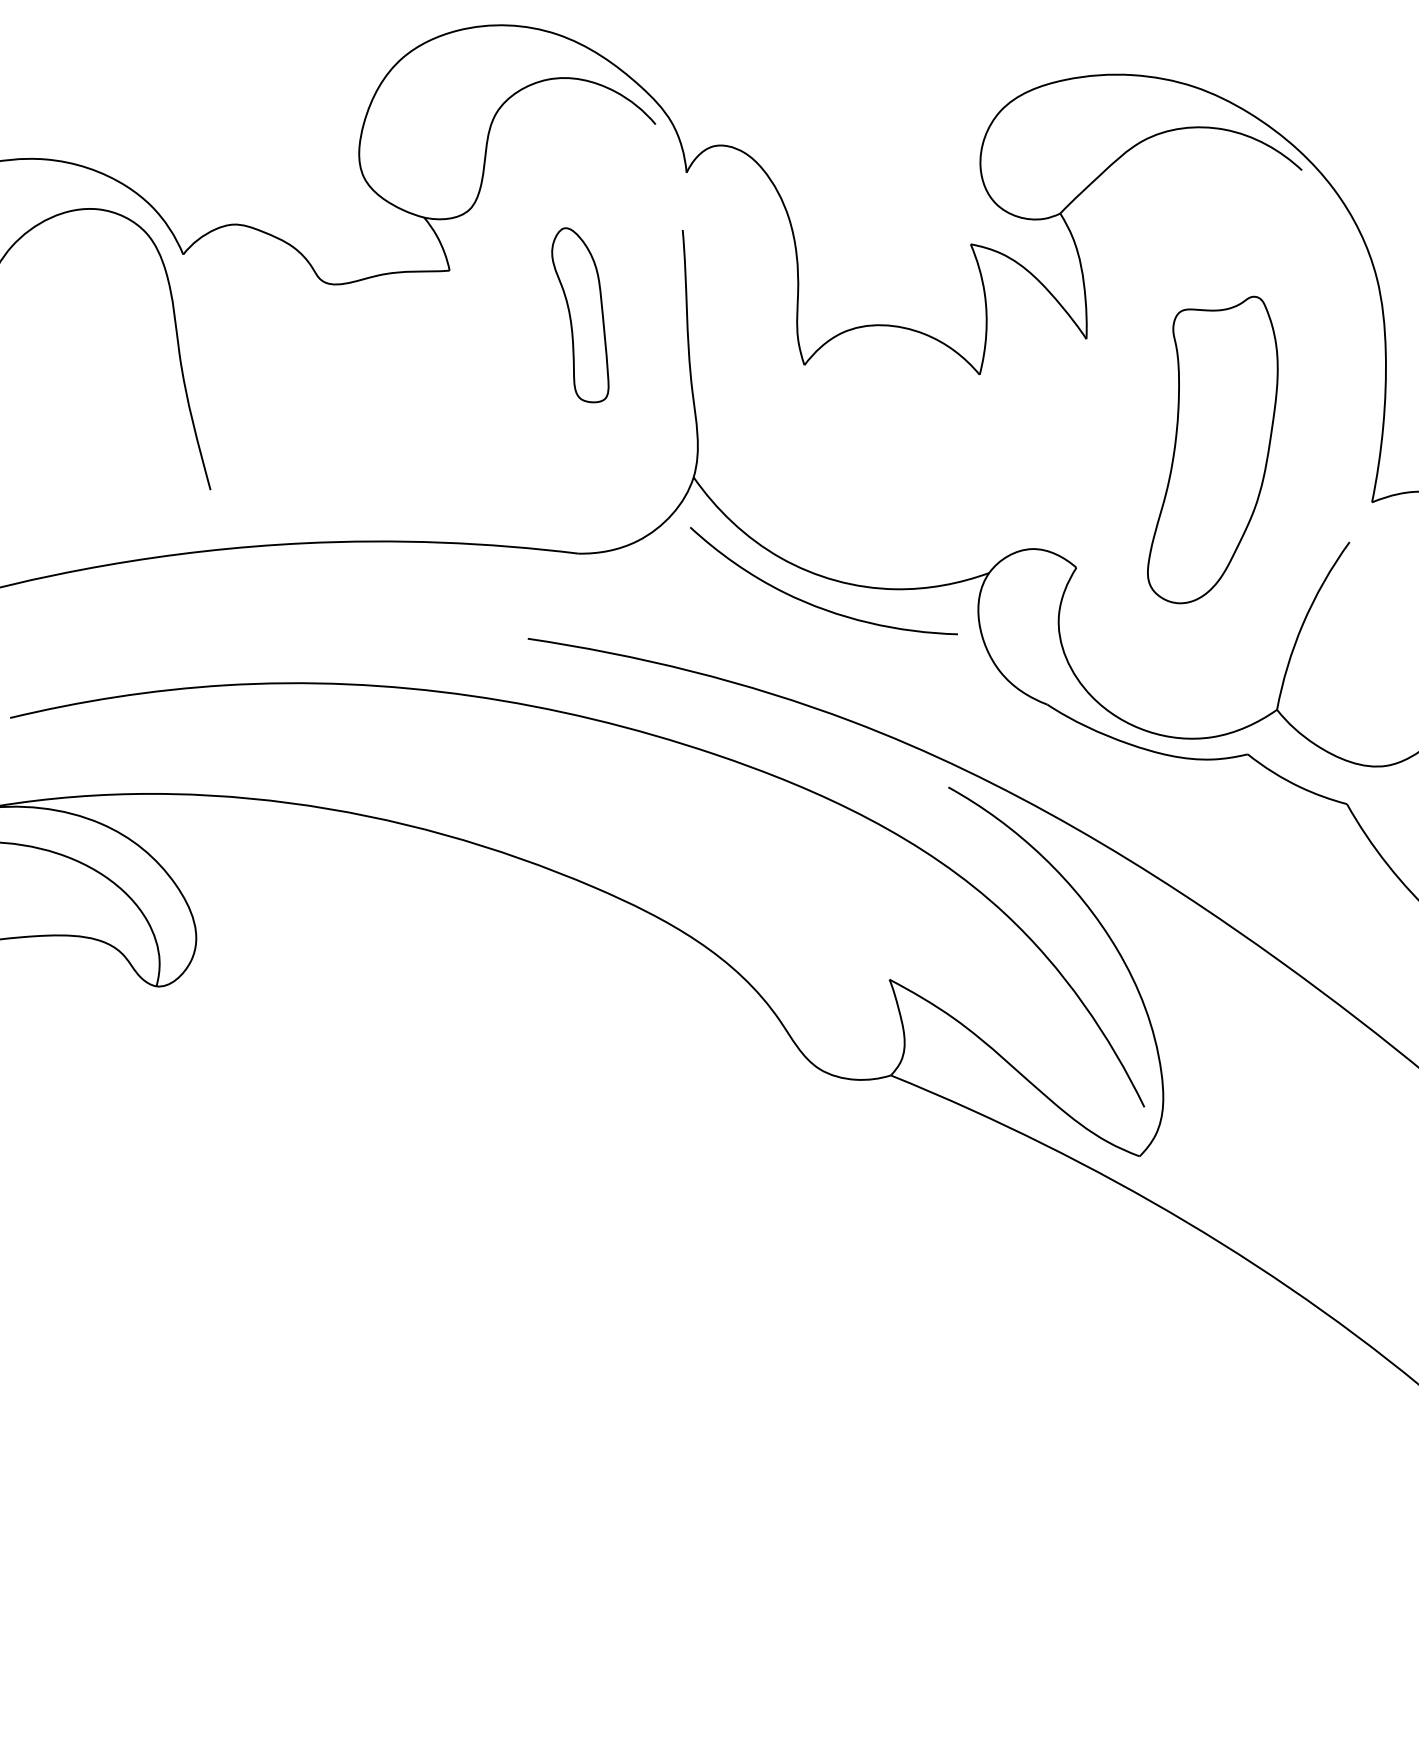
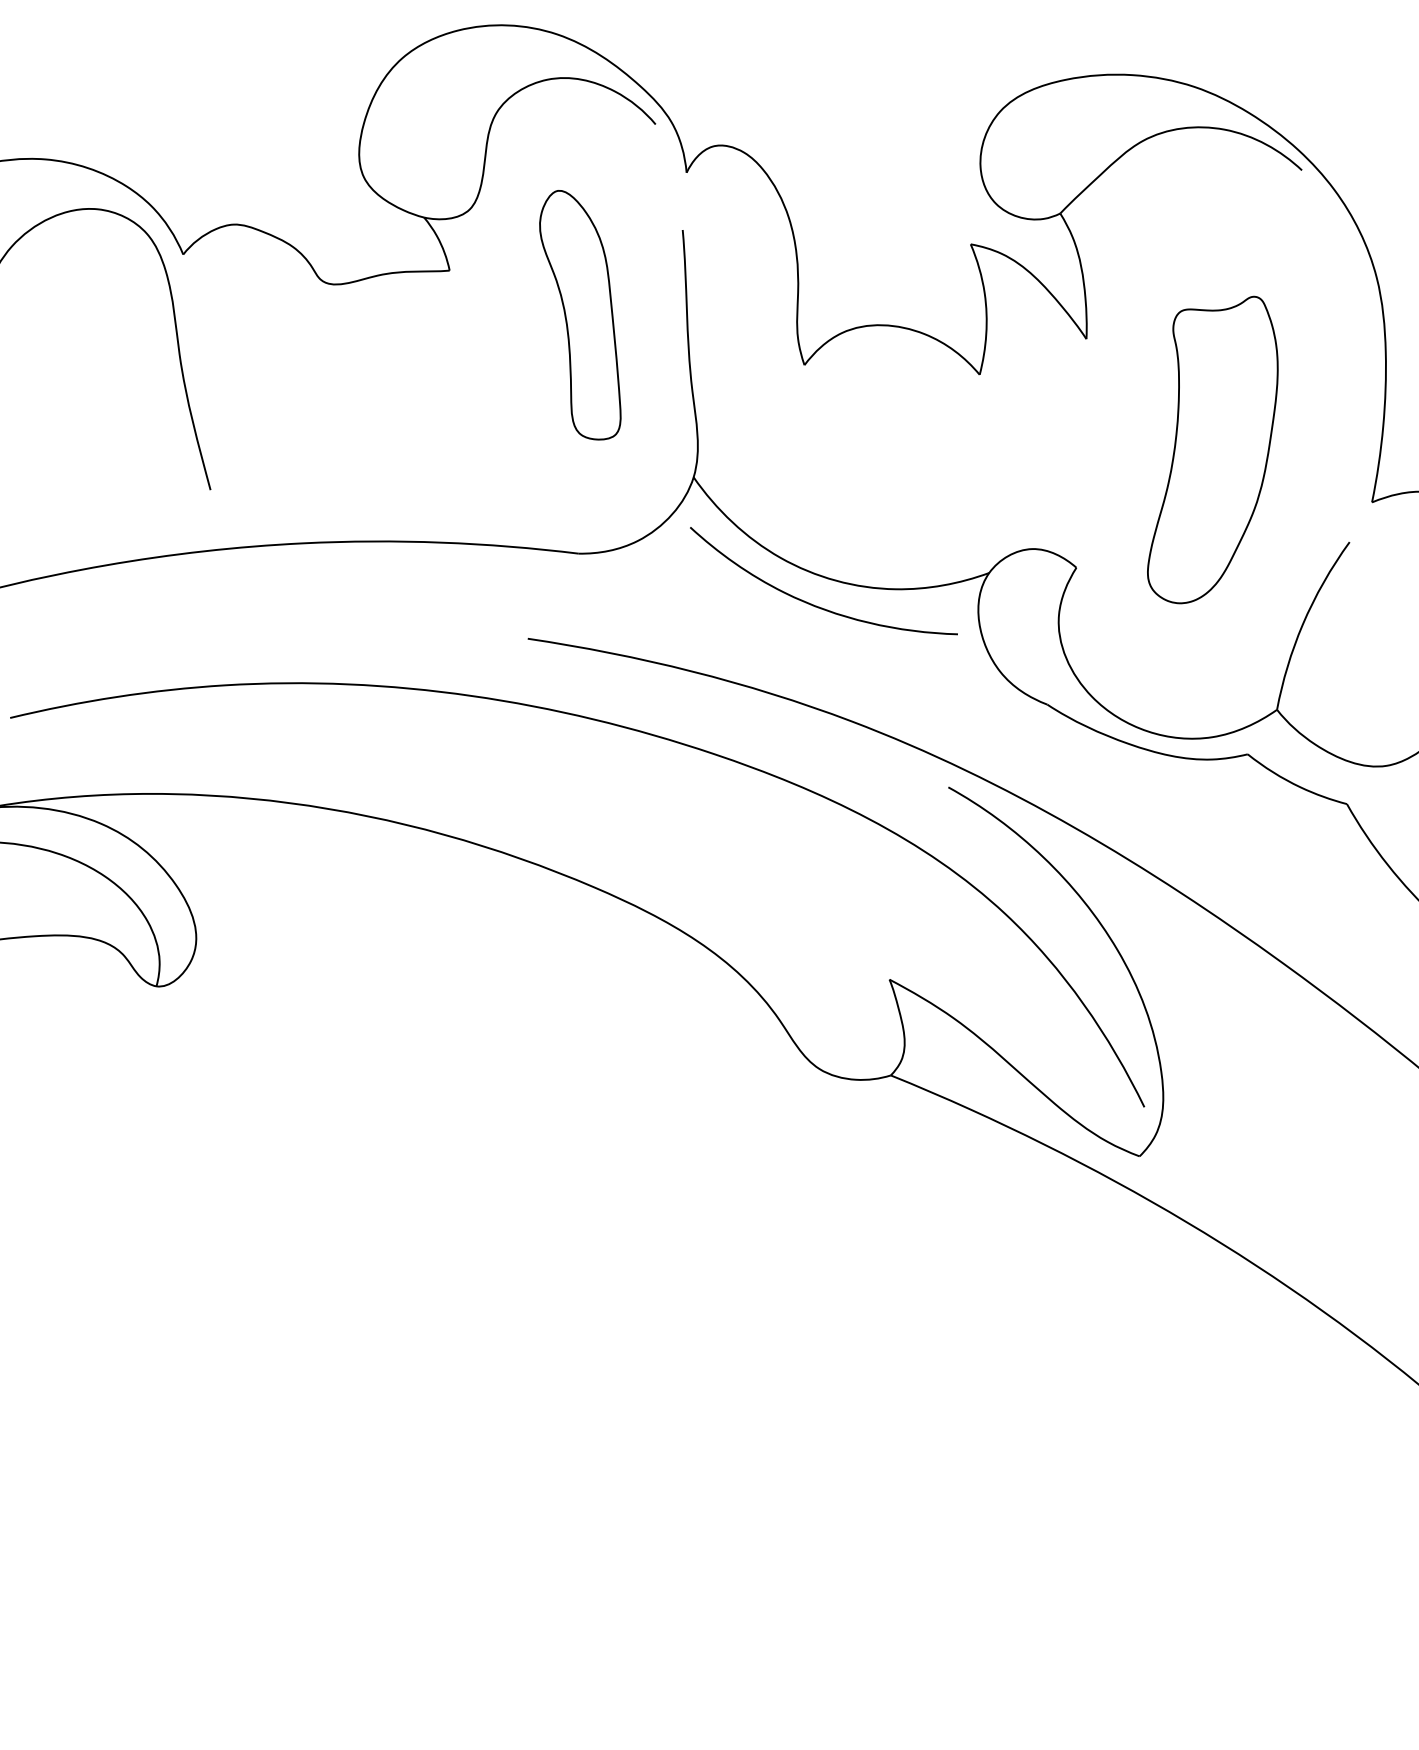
part at (580, 315) size: 59x177 px -> 83x251 px
